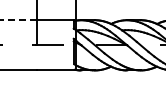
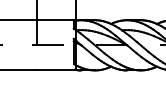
line at (18, 20): dashed -> solid
